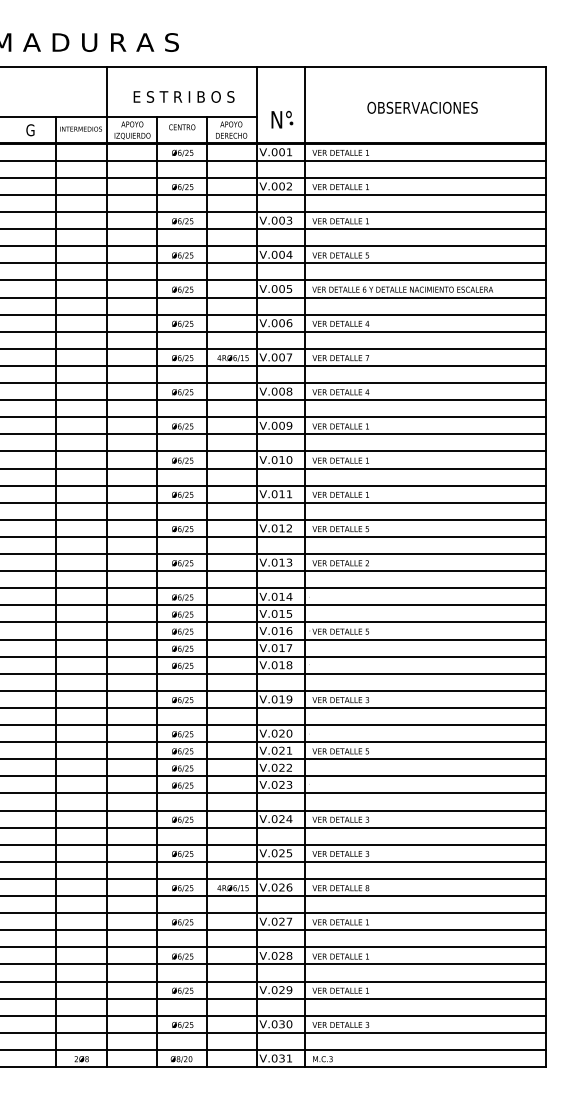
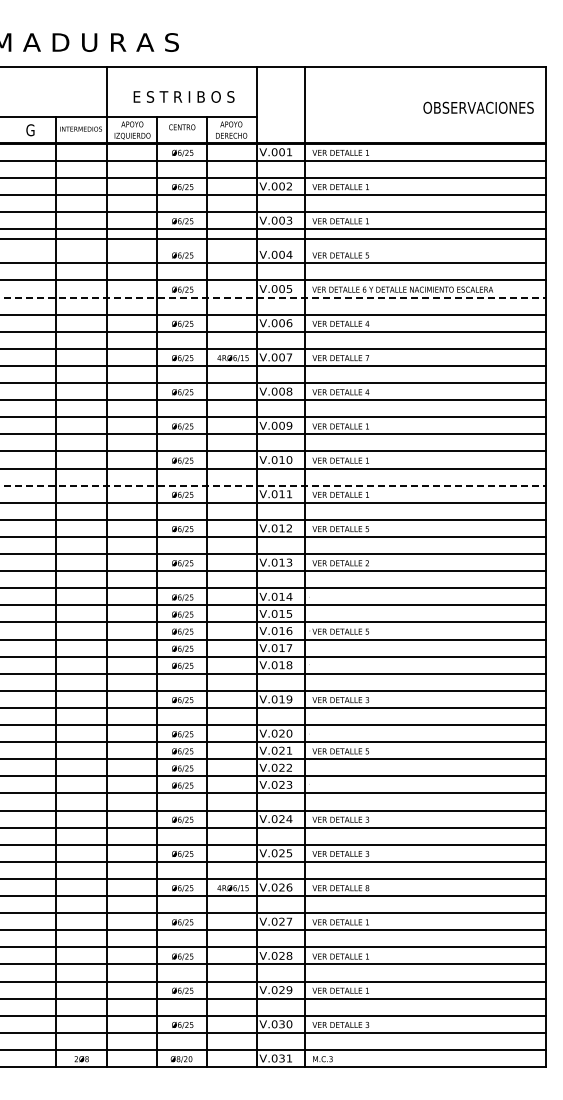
text at (422, 107) position: (422, 107) -> (478, 107)
part at (282, 119): present -> none
line at (274, 246) position: (274, 246) -> (274, 239)
line at (273, 297): solid -> dashed
line at (273, 485): solid -> dashed
